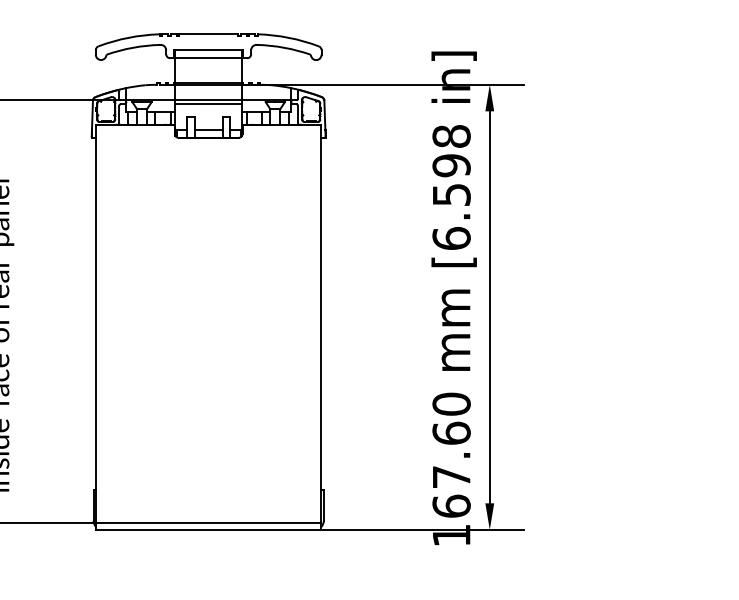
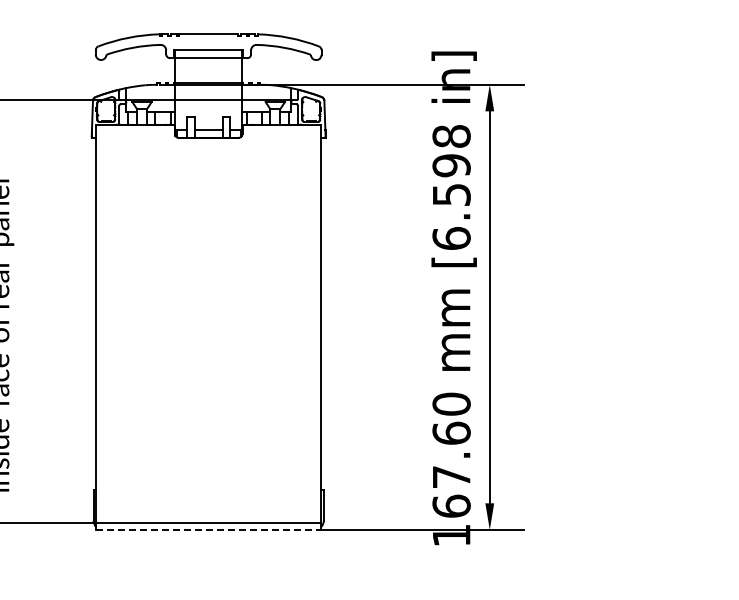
line at (208, 104): present -> none
line at (209, 529): solid -> dashed
